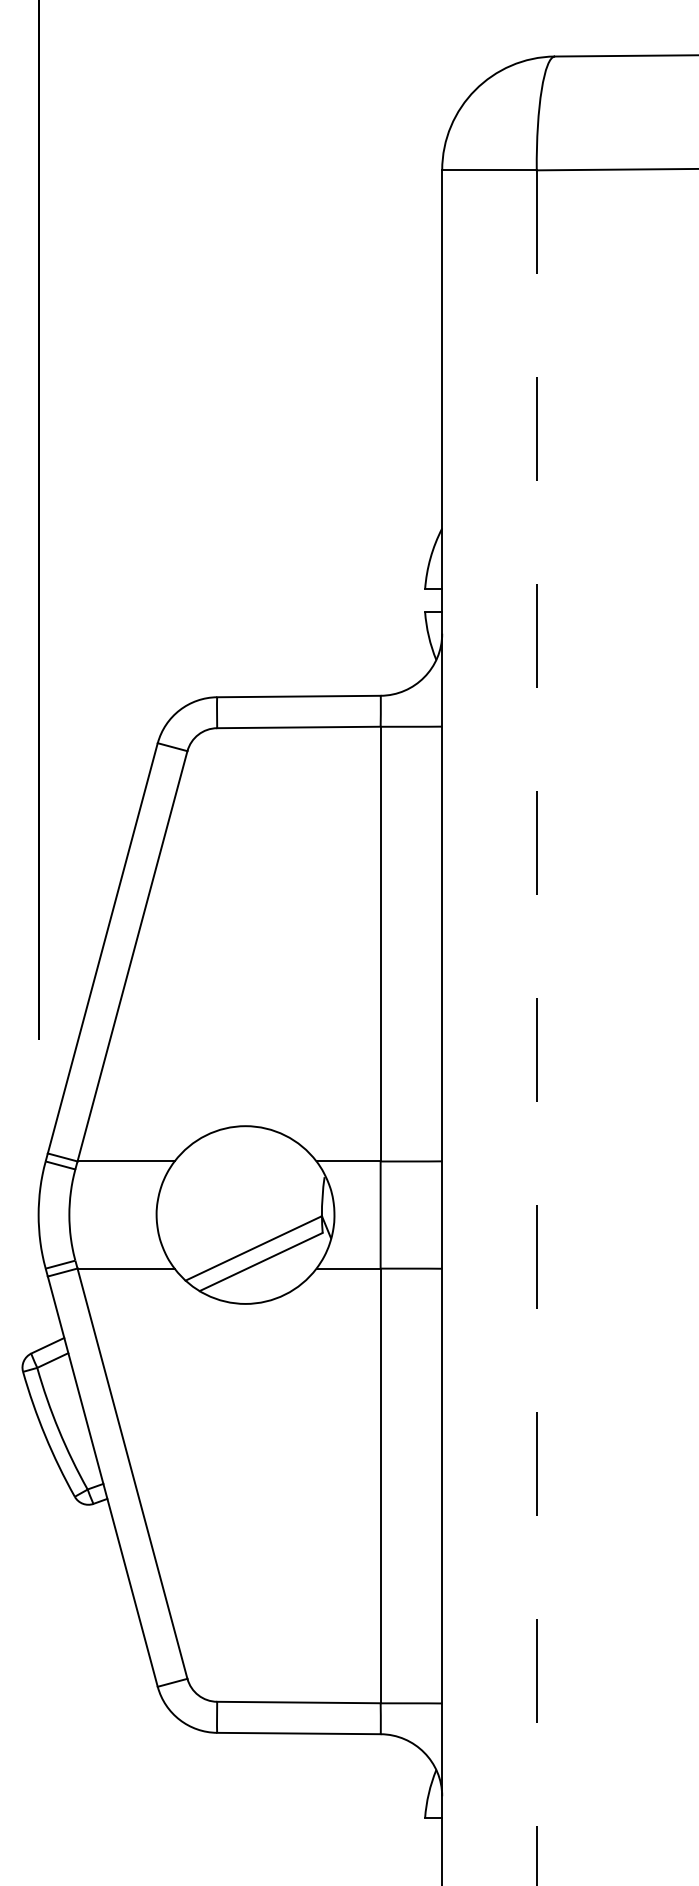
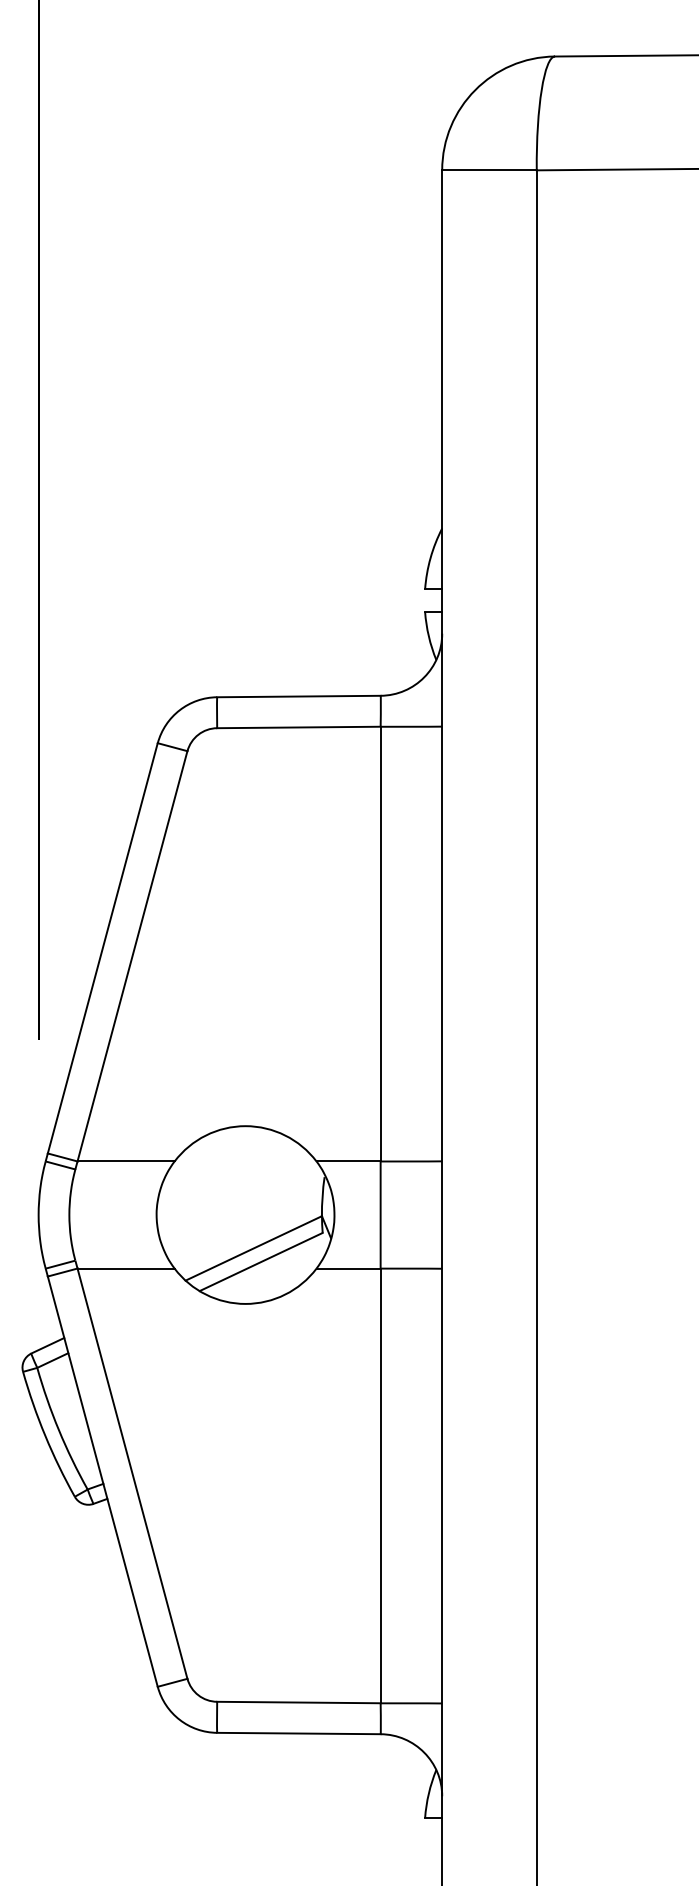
line at (536, 1028): dashed -> solid
